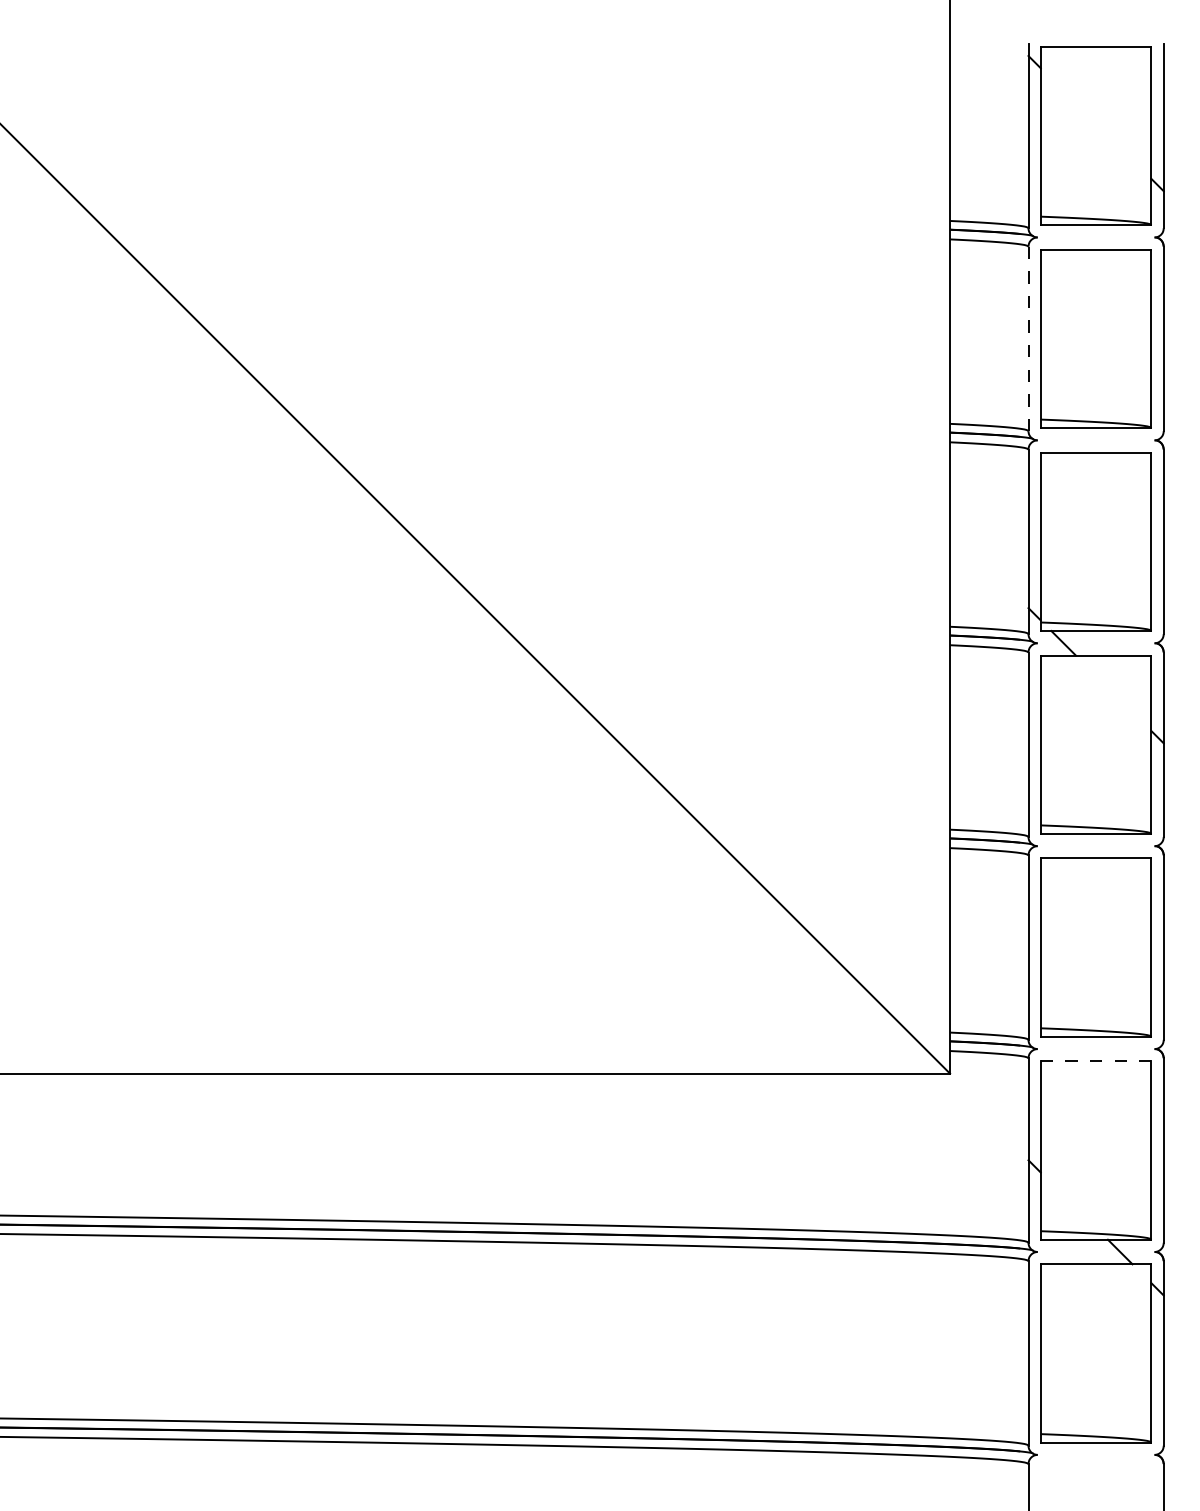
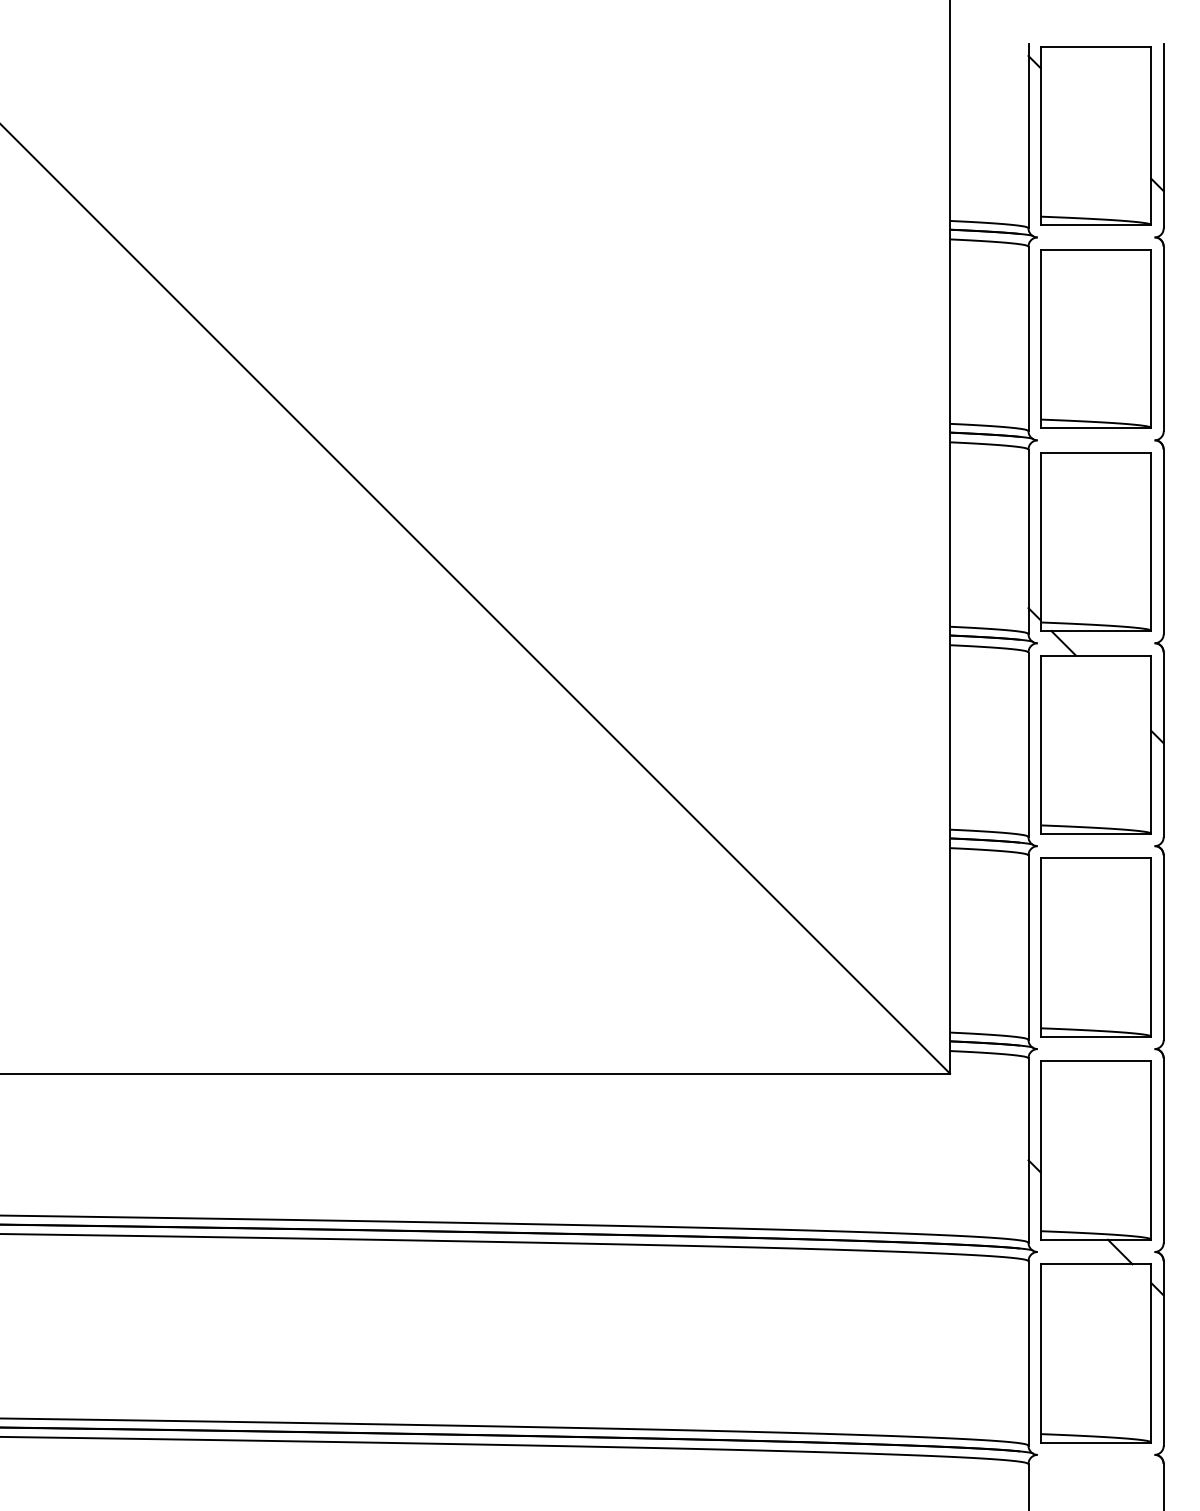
line at (1028, 338): dashed -> solid
line at (1096, 1061): dashed -> solid
